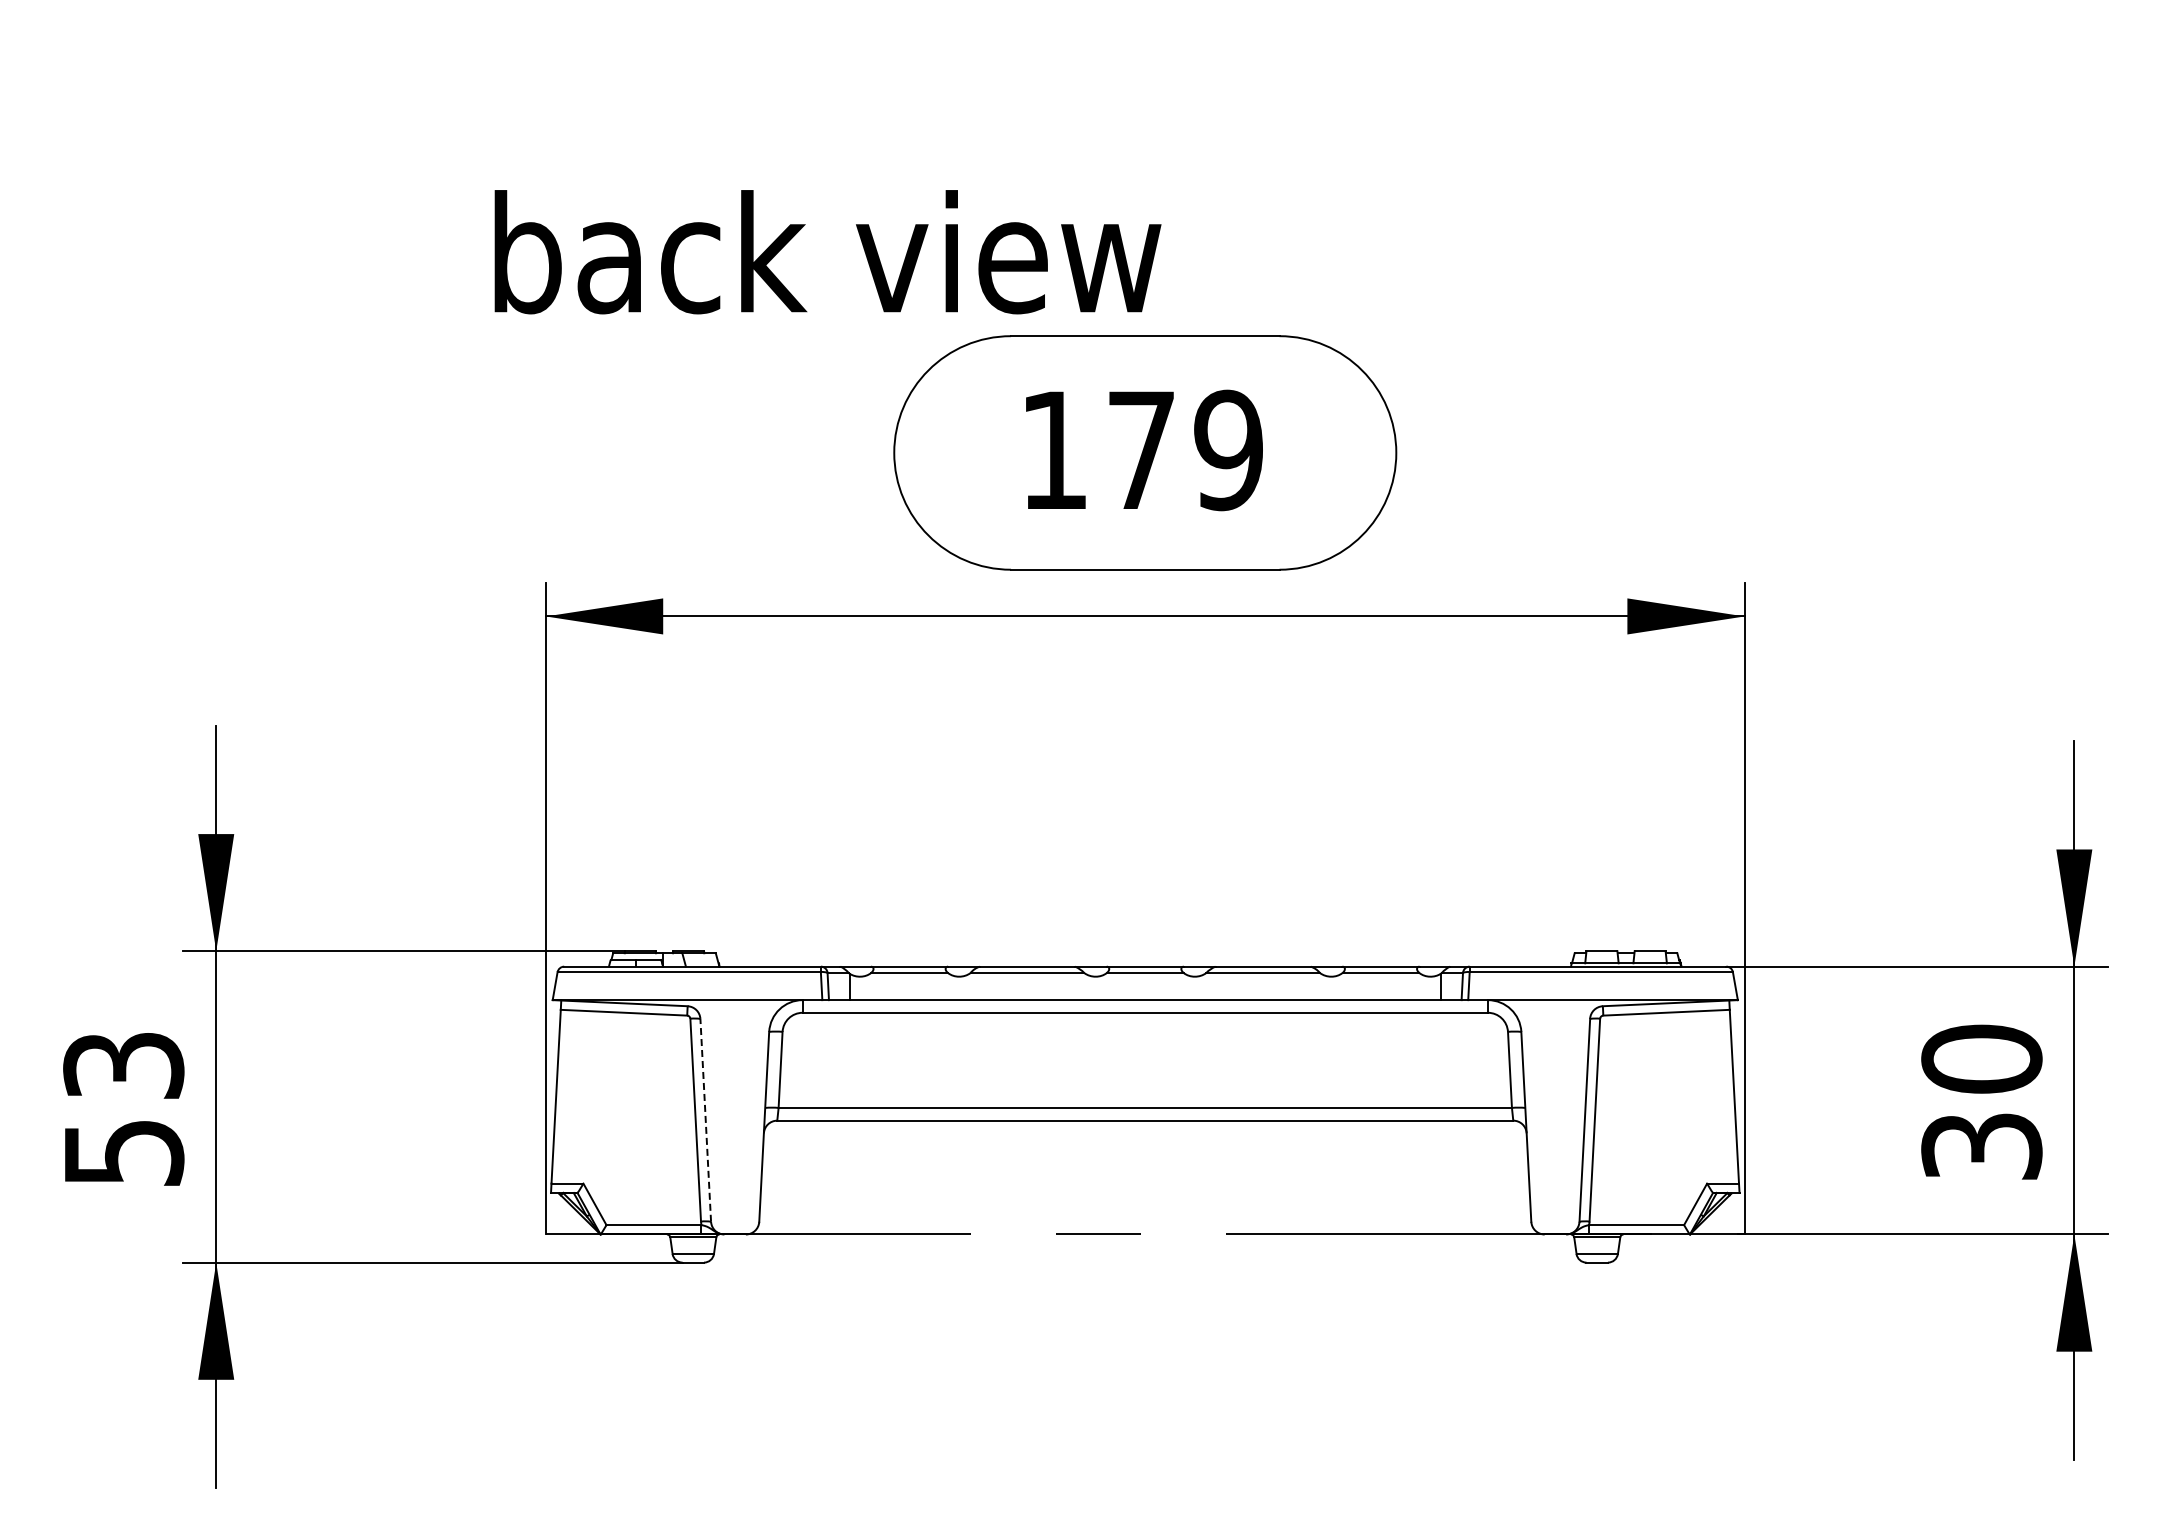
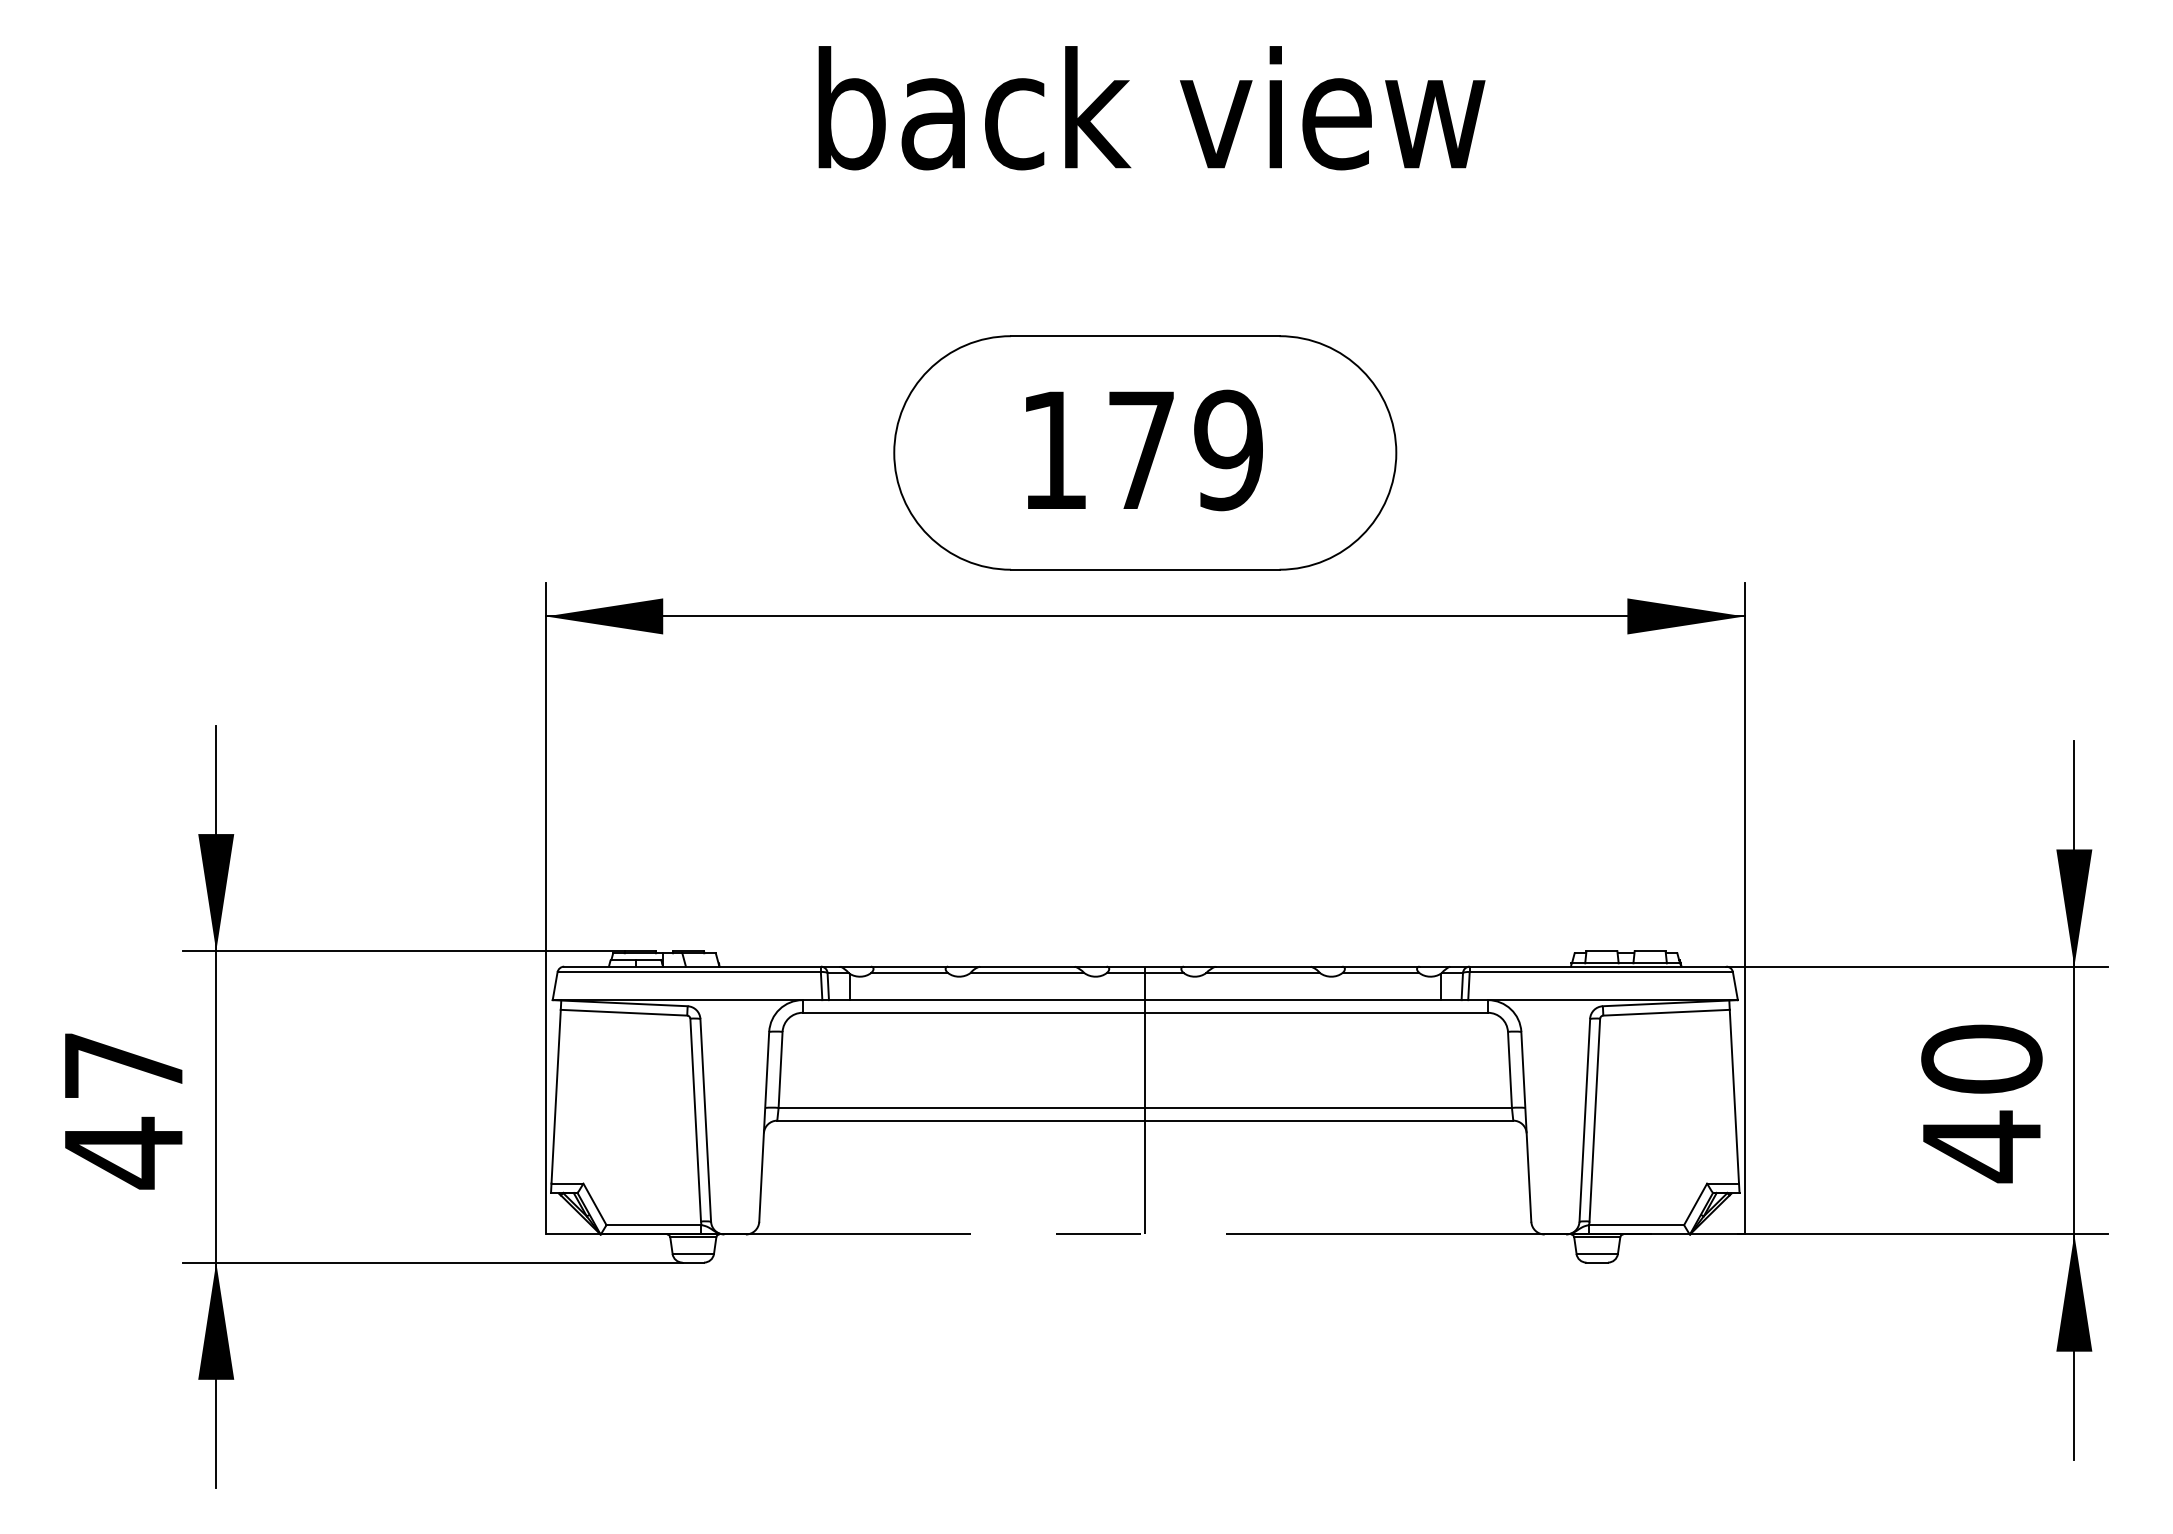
text at (827, 252) position: (827, 252) -> (1151, 108)
line at (1145, 1100): none -> present
text at (123, 1111): 53 -> 47
line at (705, 1120): dashed -> solid
text at (1981, 1146): 30 -> 40
